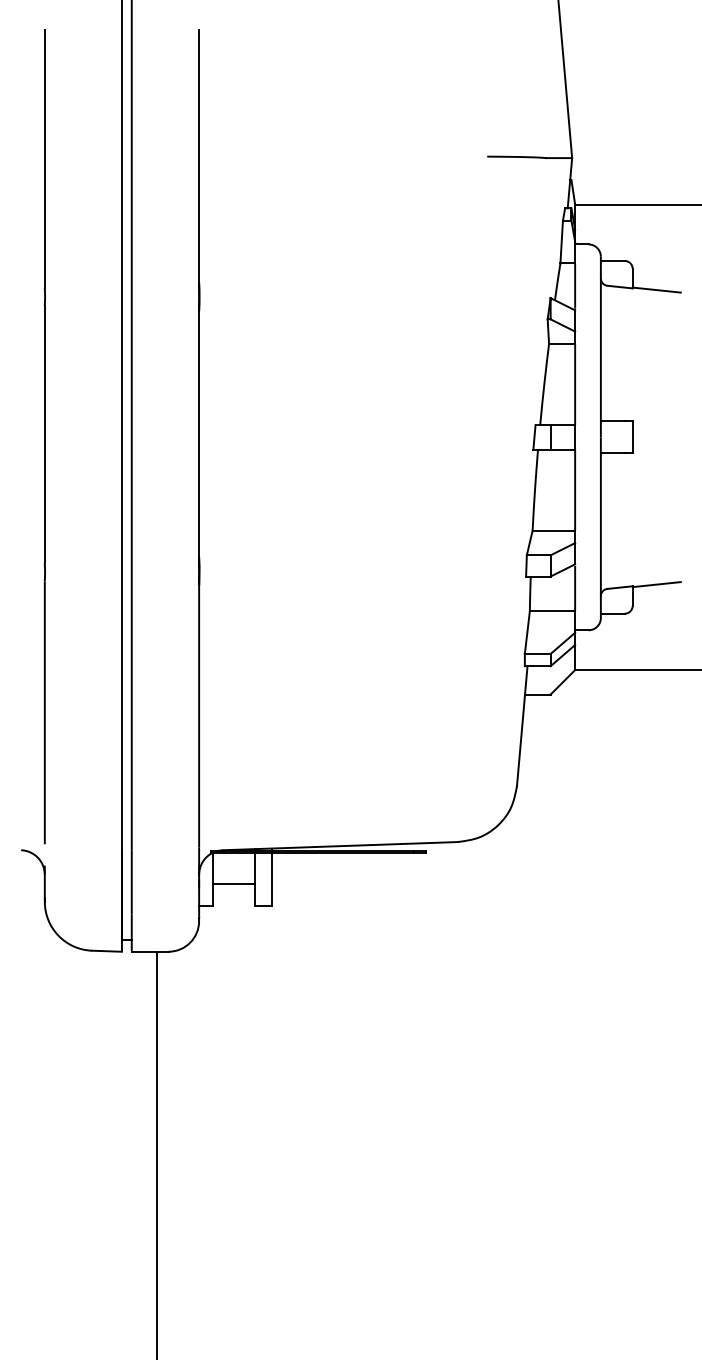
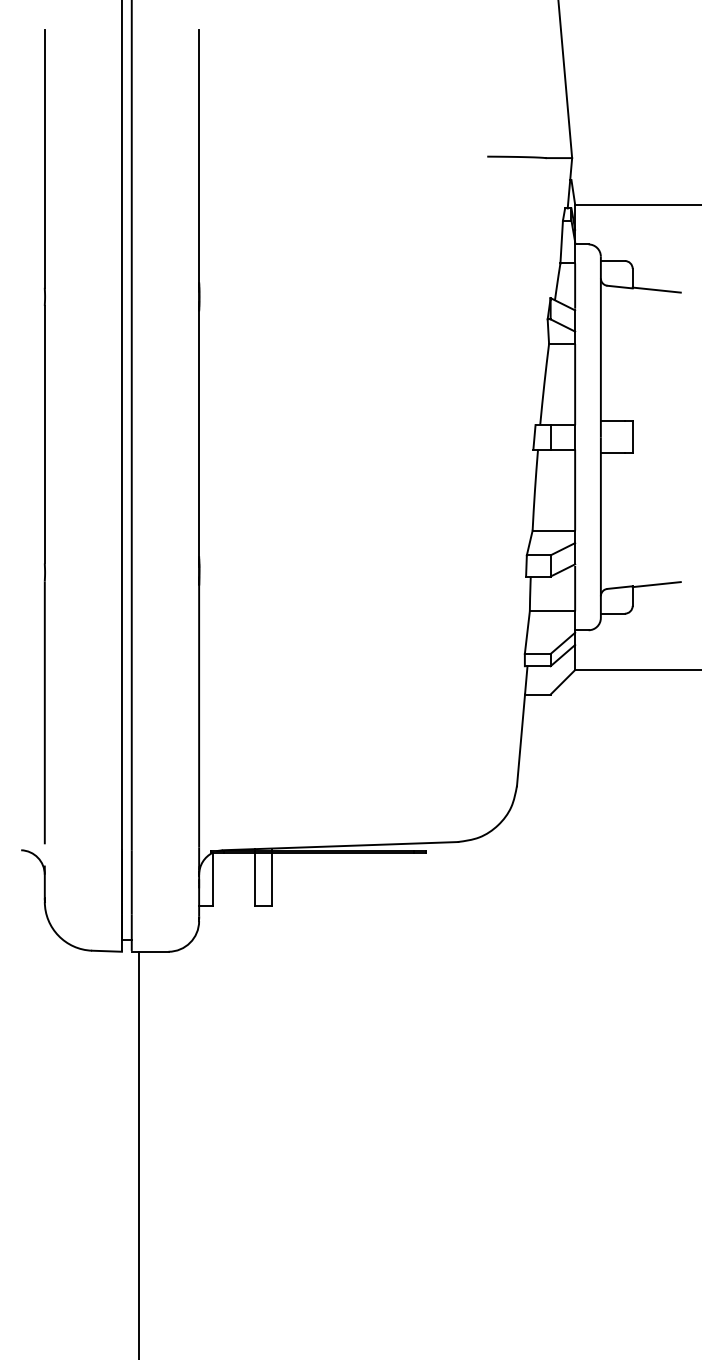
line at (233, 884): present -> none
line at (156, 1153) position: (156, 1153) -> (138, 1153)
